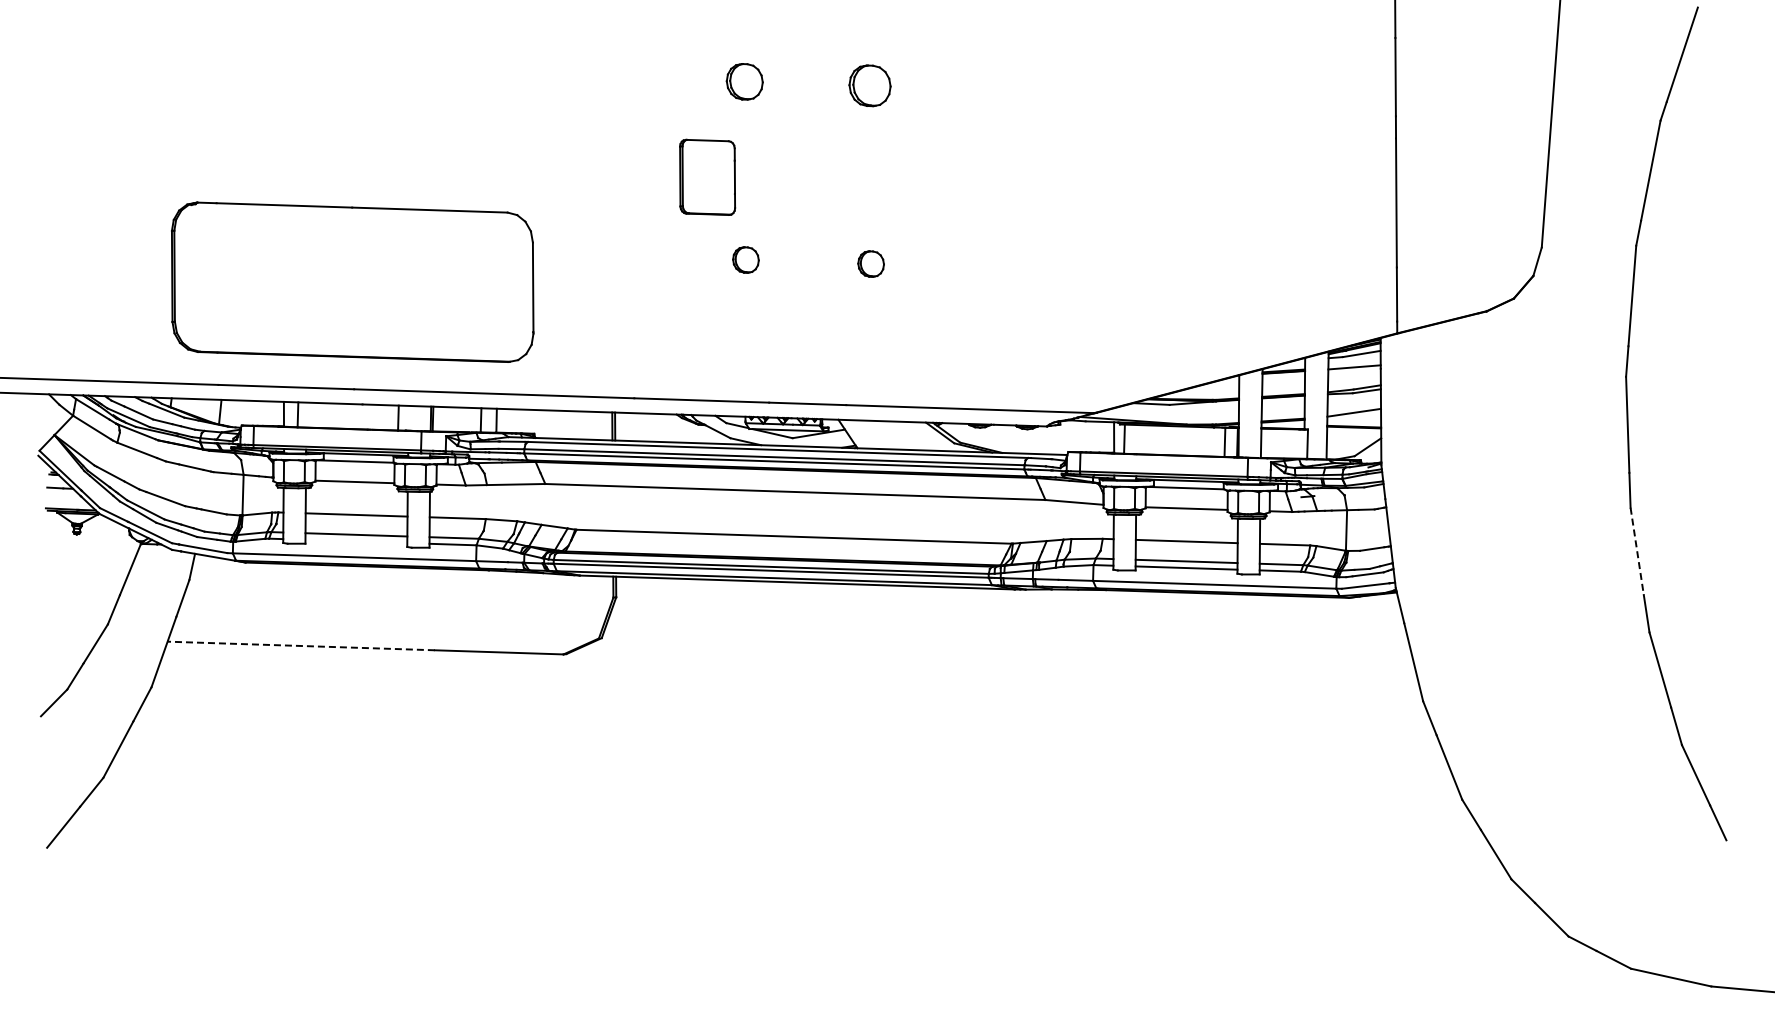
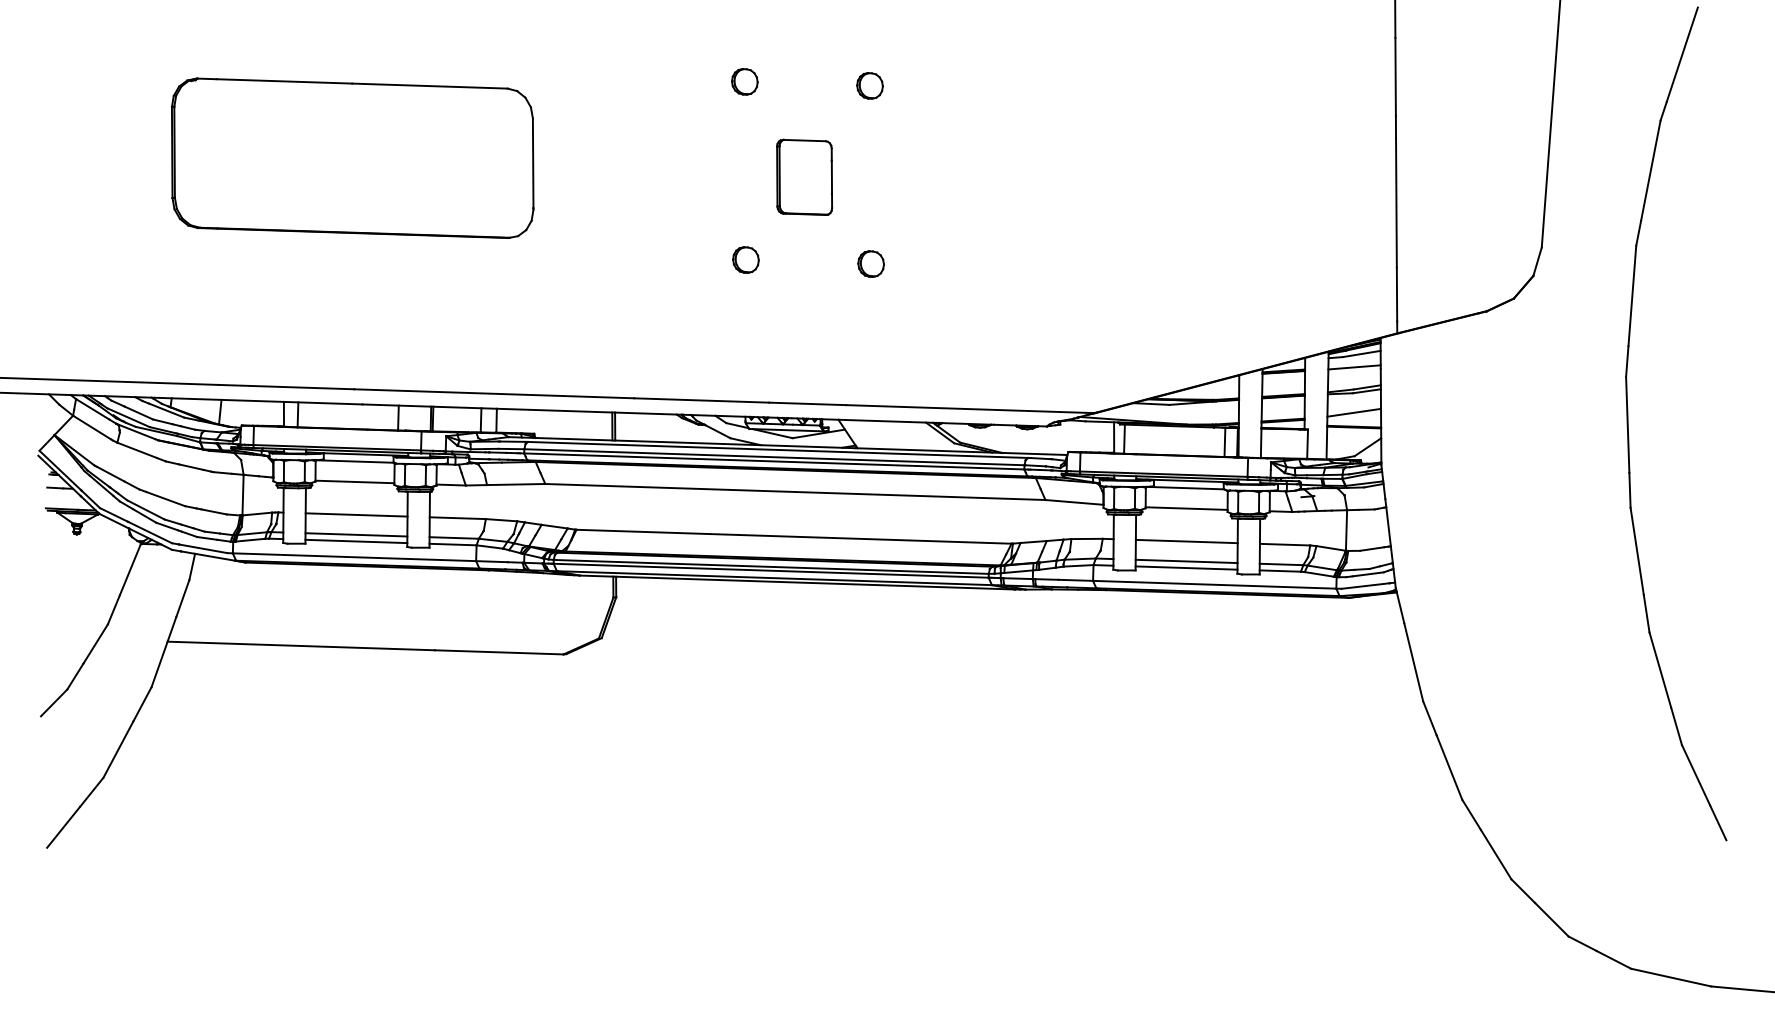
part at (744, 81) size: 39x38 px -> 28x28 px
part at (869, 85) size: 44x44 px -> 28x28 px
part at (707, 176) position: (707, 176) -> (804, 176)
part at (352, 281) position: (352, 281) -> (352, 157)
line at (356, 541): none -> present
line at (1637, 551): dashed -> solid
line at (301, 645): dashed -> solid
